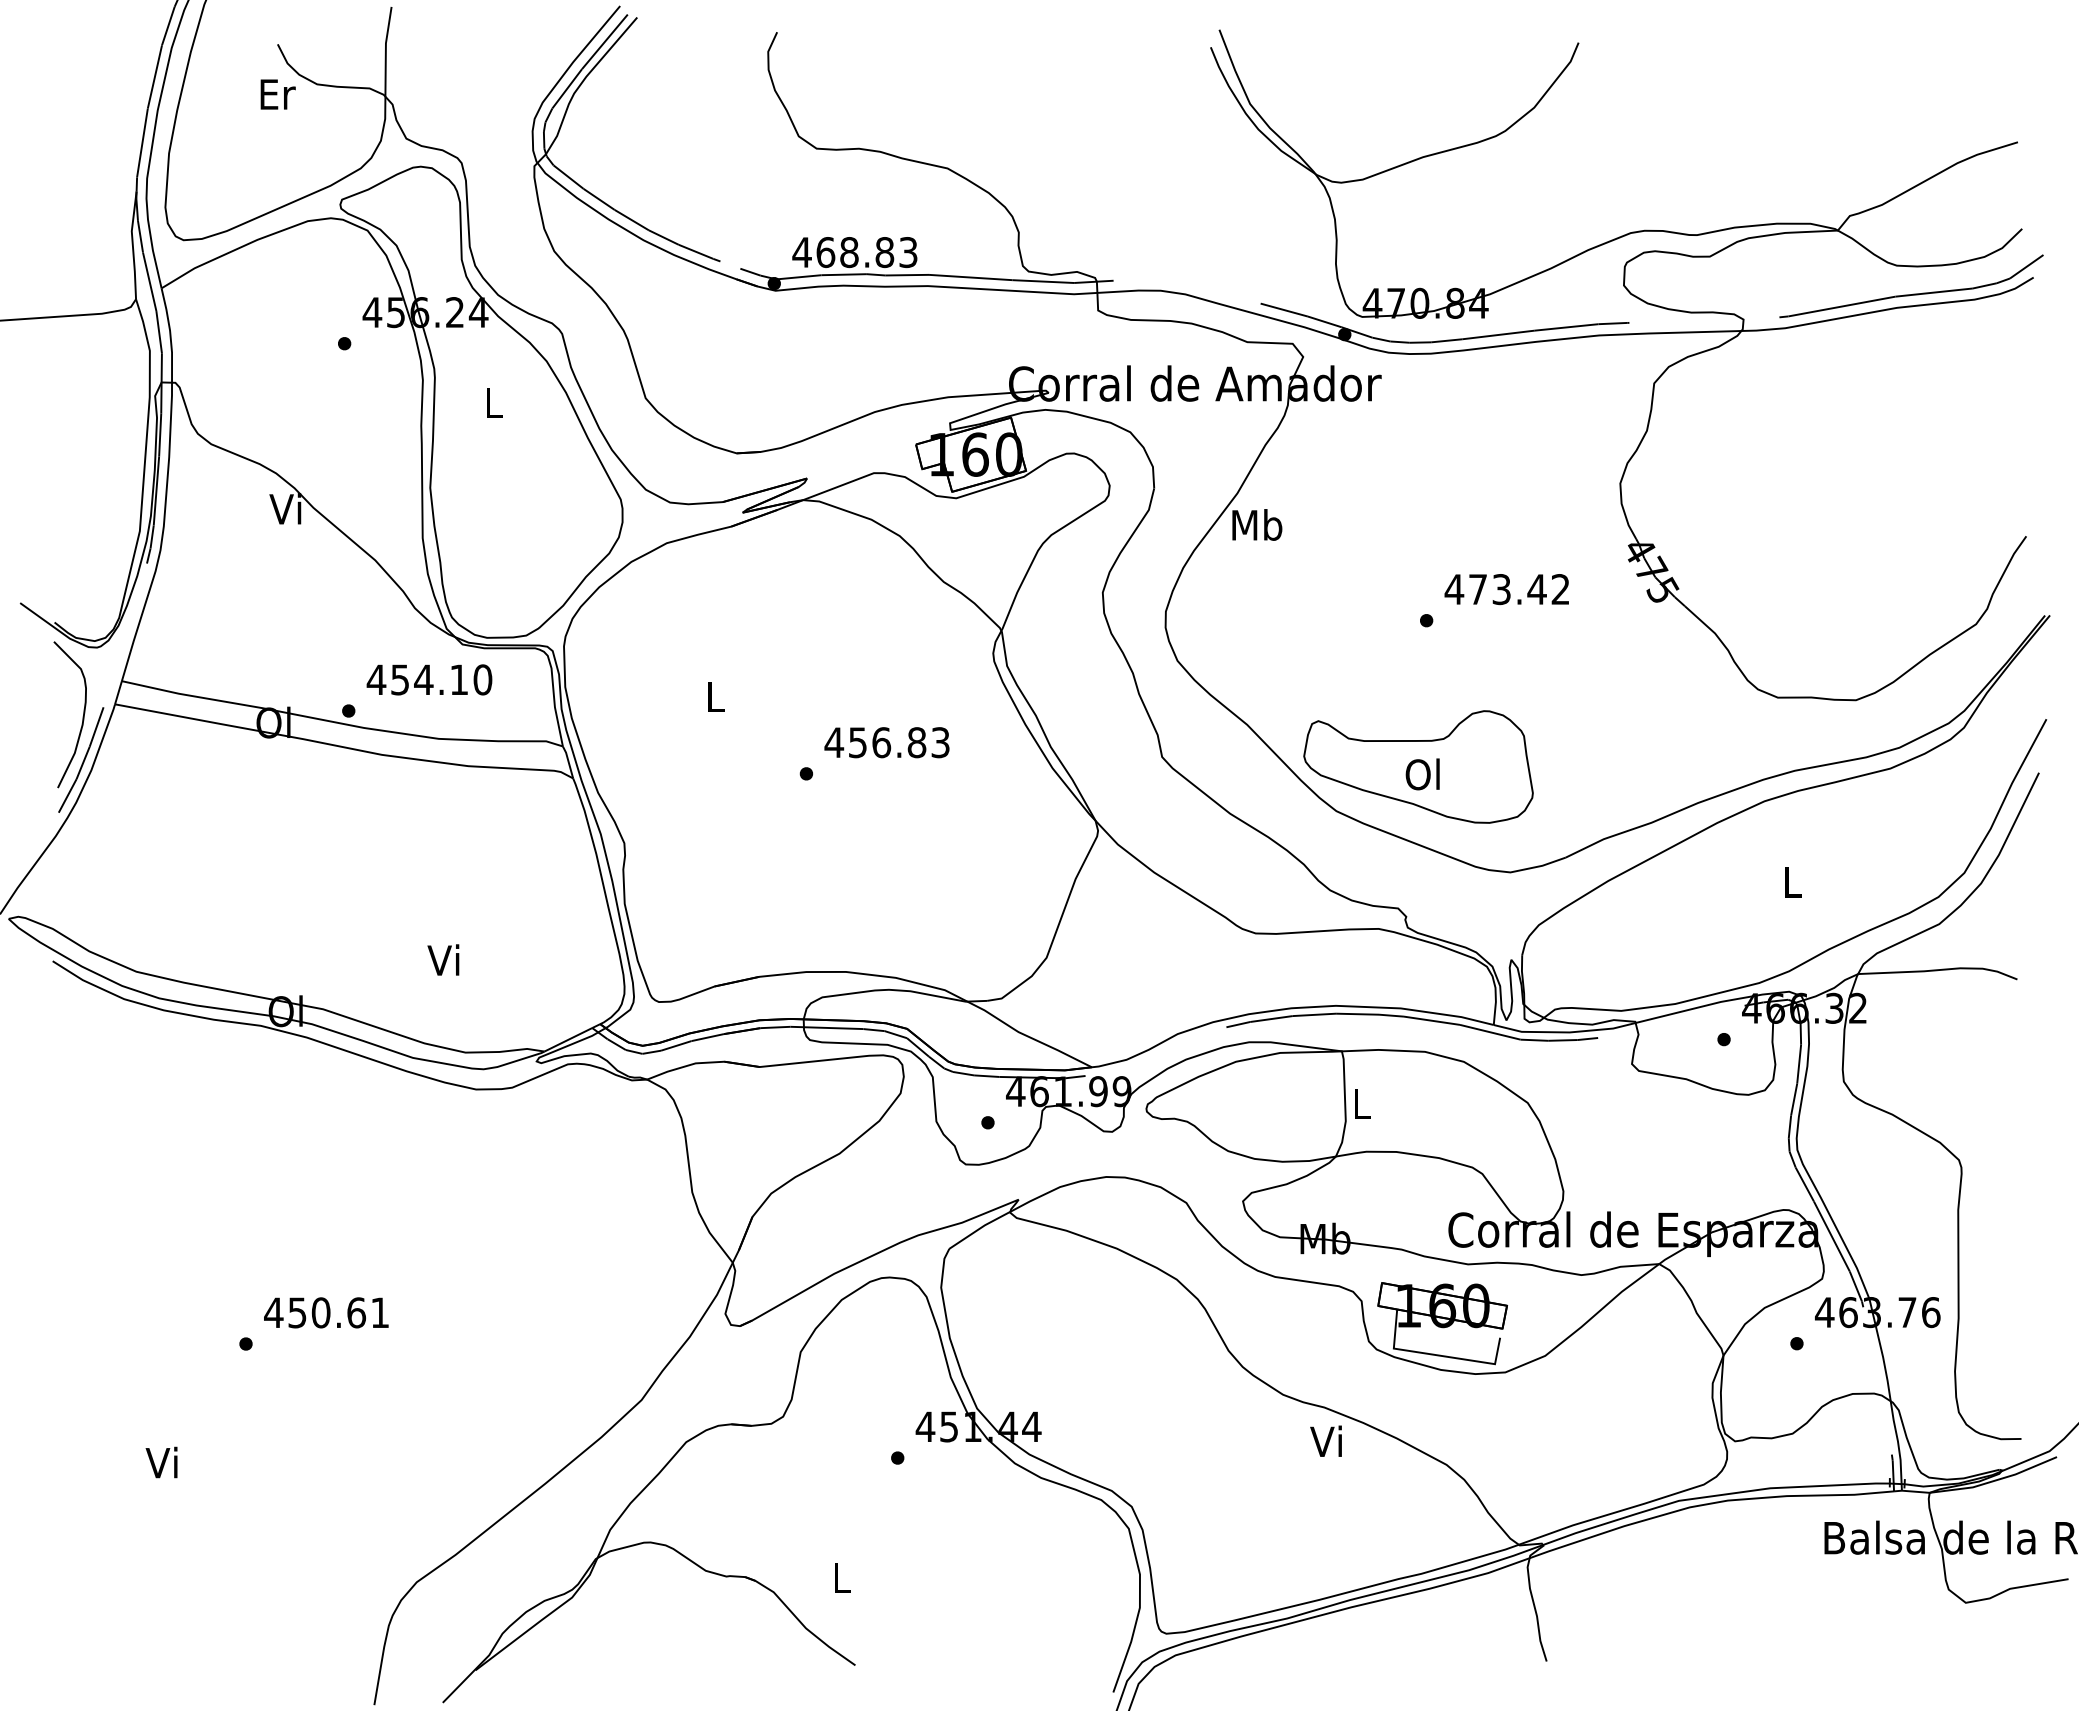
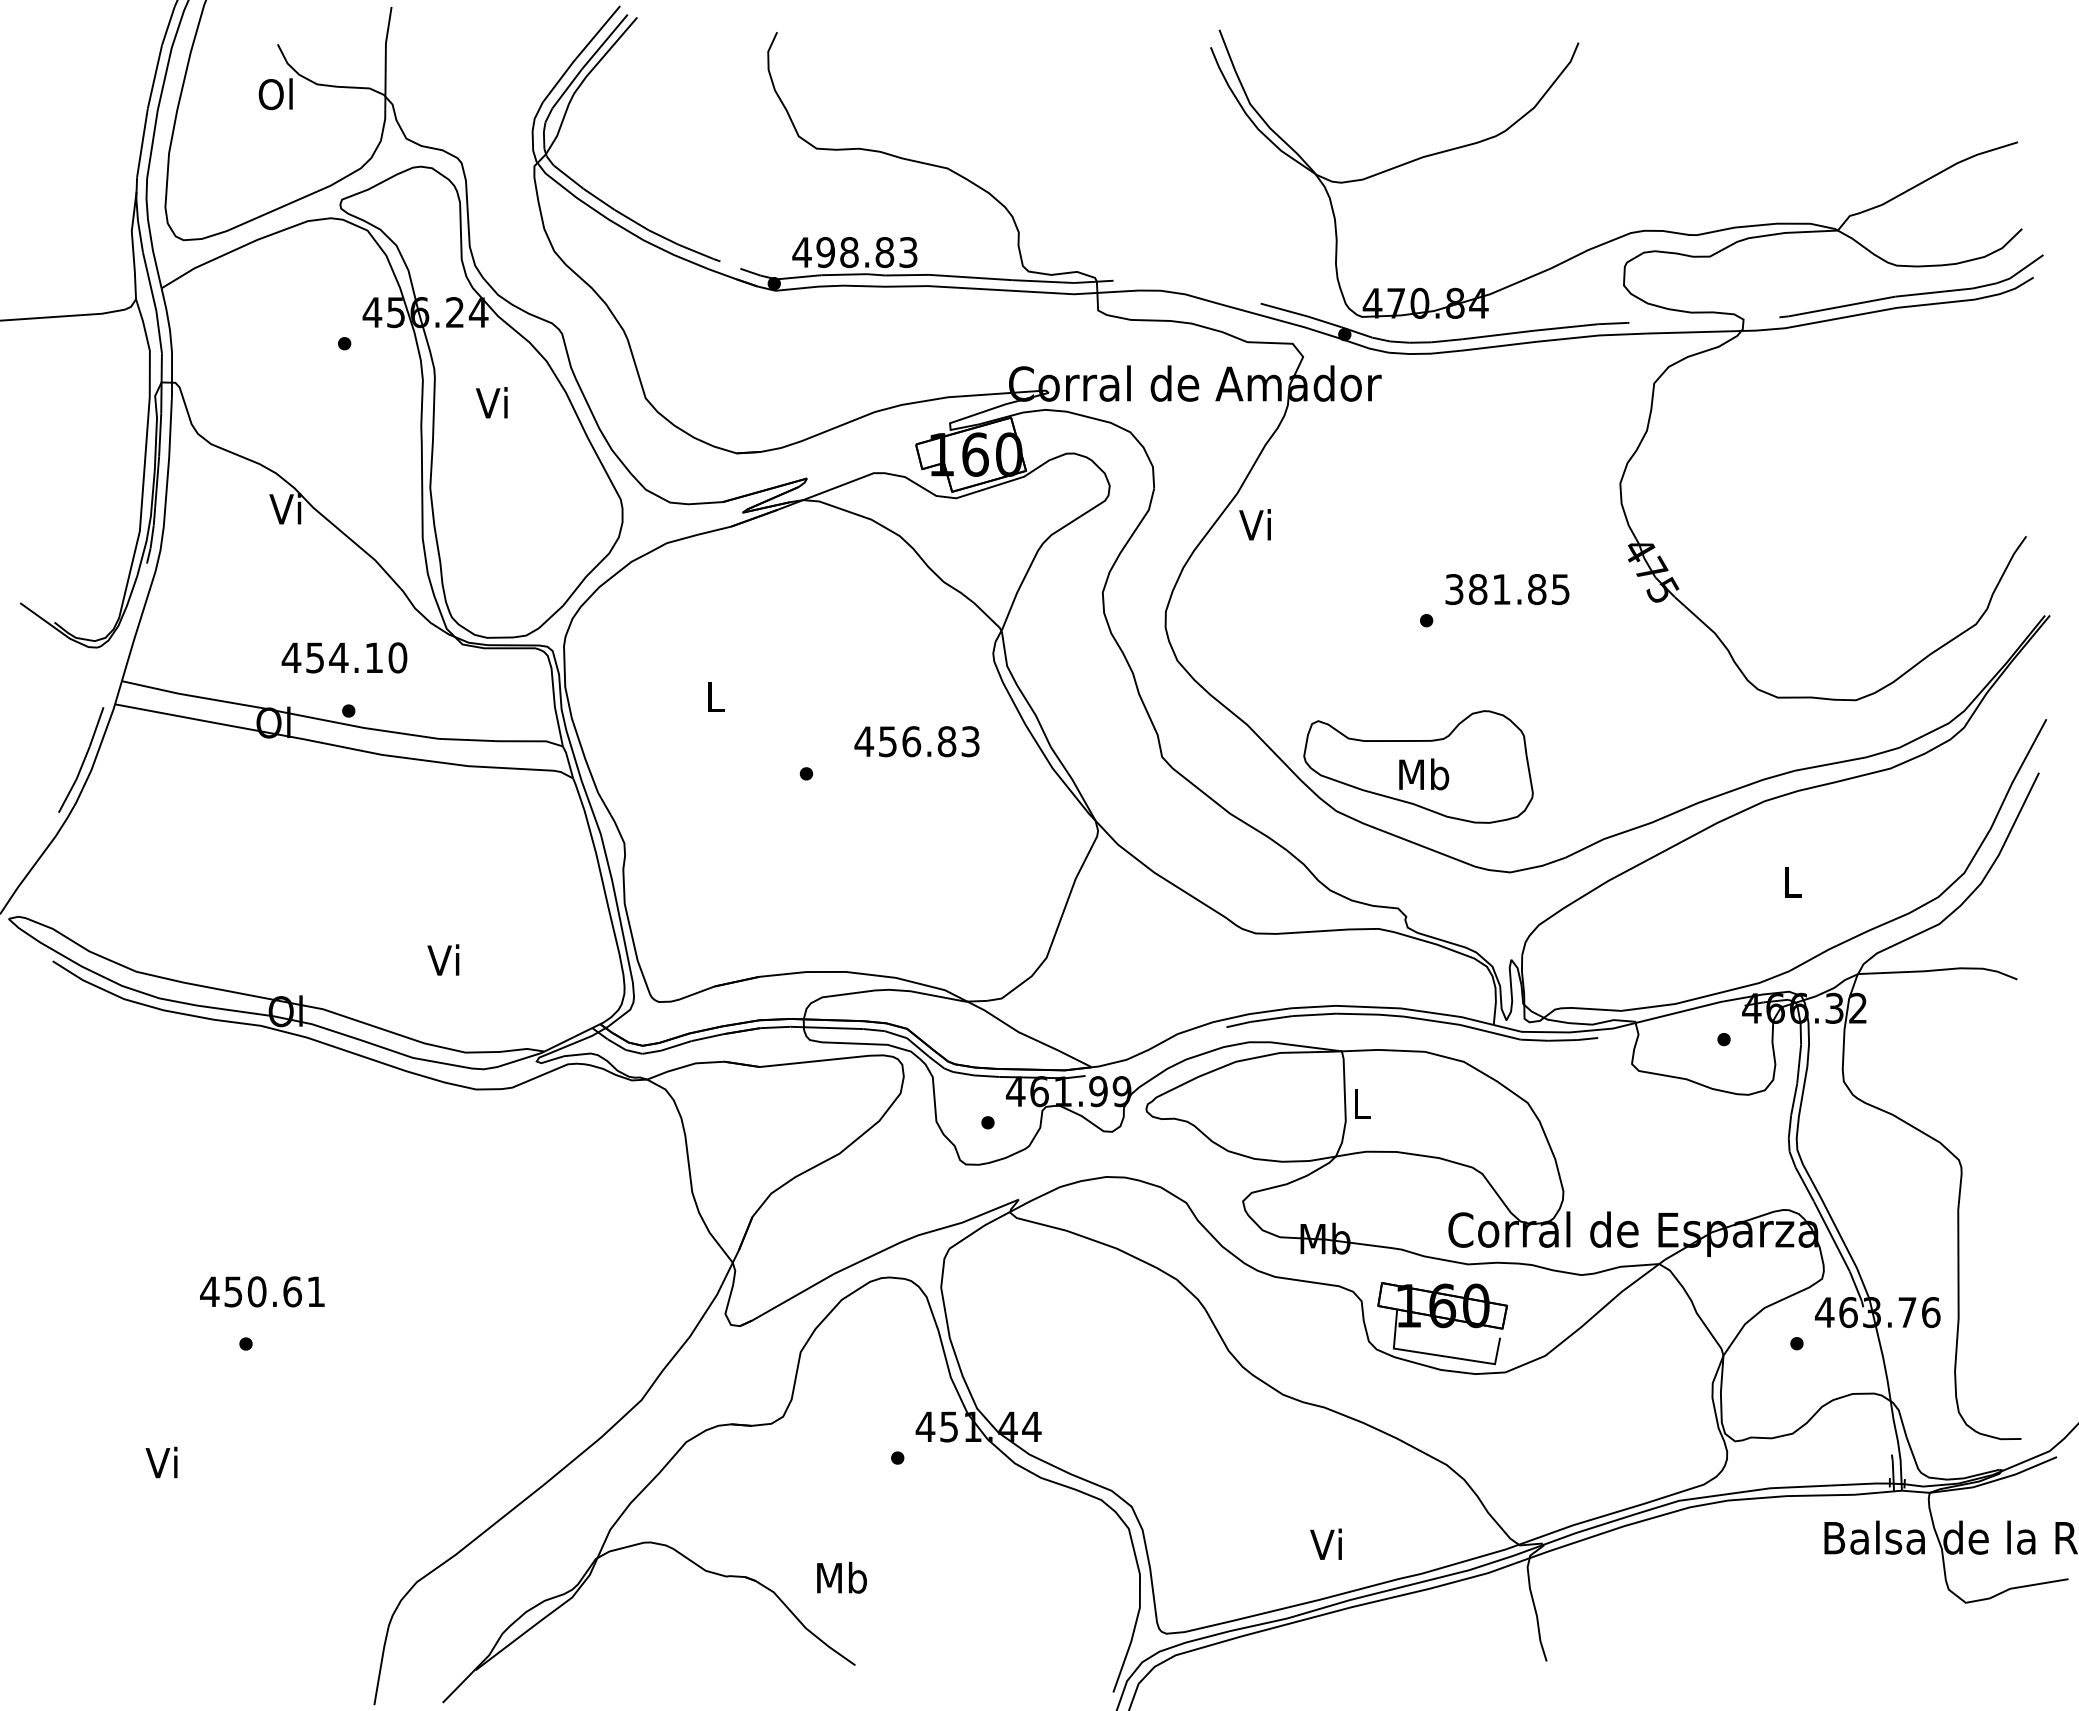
text at (276, 94): Er -> Ol
text at (825, 252): 468.83 -> 498.83
text at (491, 402): L -> Vi
text at (1257, 524): Mb -> Vi
text at (1506, 589): 473.42 -> 381.85
text at (429, 679) position: (429, 679) -> (344, 657)
curve at (82, 716): present -> none
text at (886, 742) position: (886, 742) -> (916, 741)
text at (1424, 774): Ol -> Mb
text at (326, 1312) position: (326, 1312) -> (262, 1291)
text at (1325, 1440) position: (1325, 1440) -> (1325, 1543)
text at (841, 1577): L -> Mb
